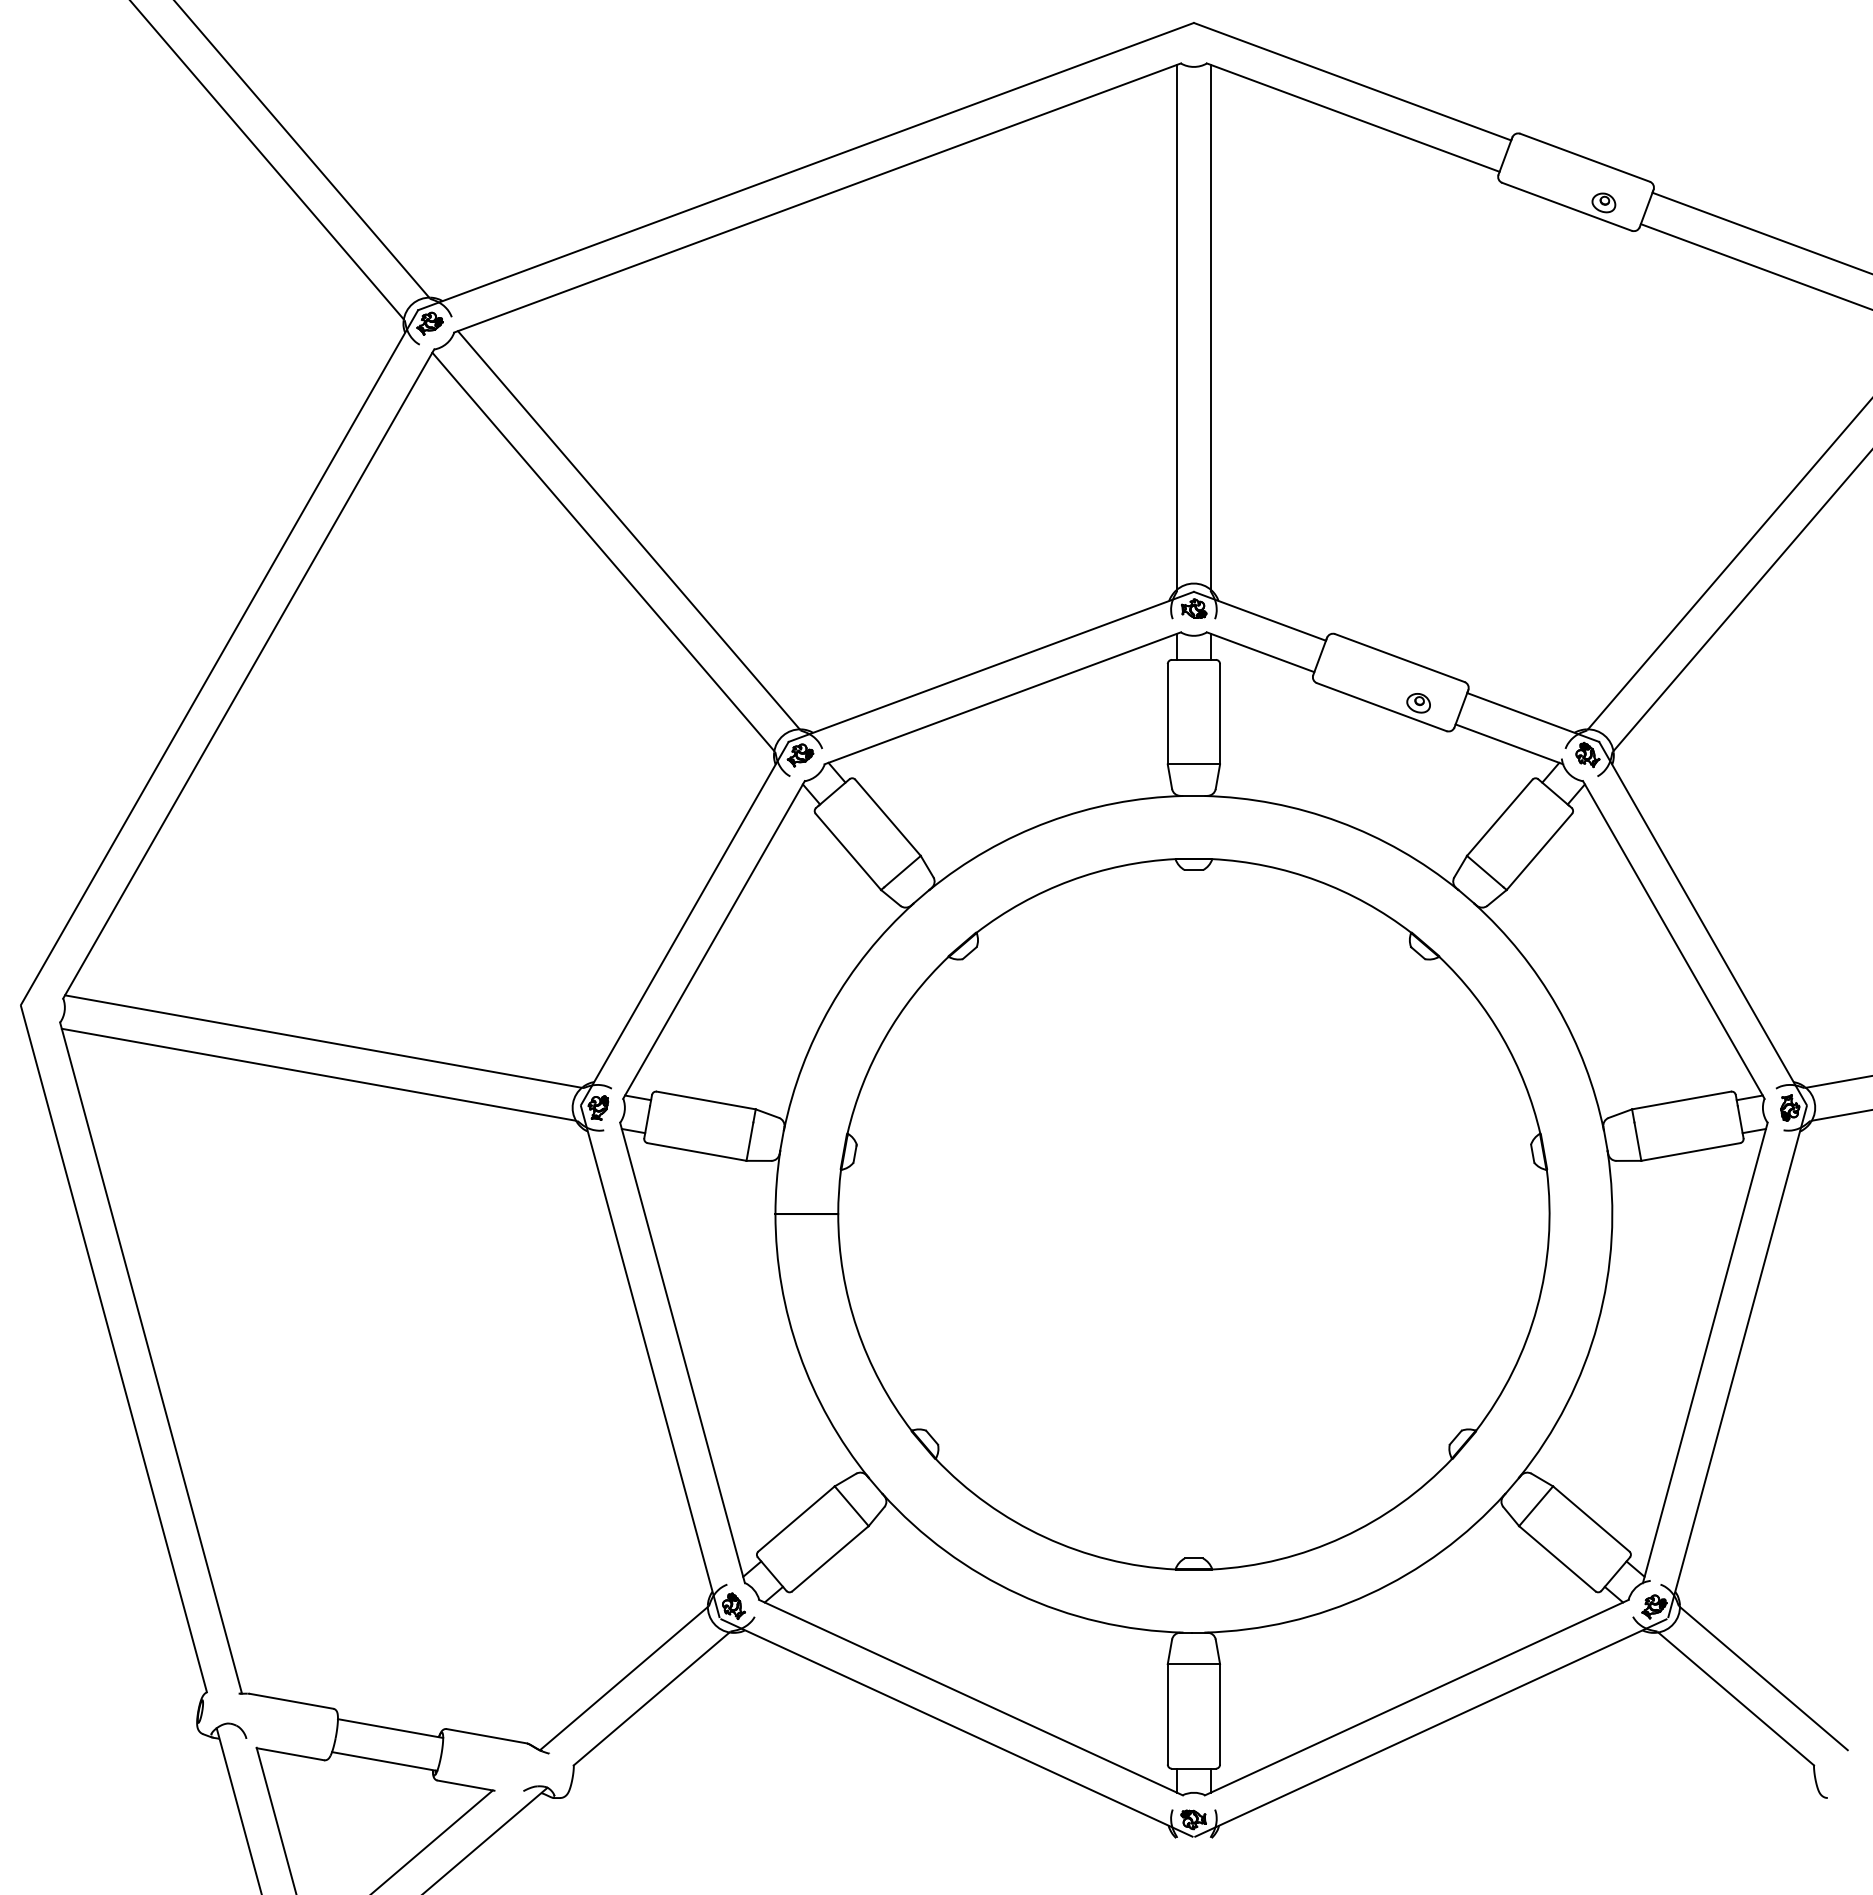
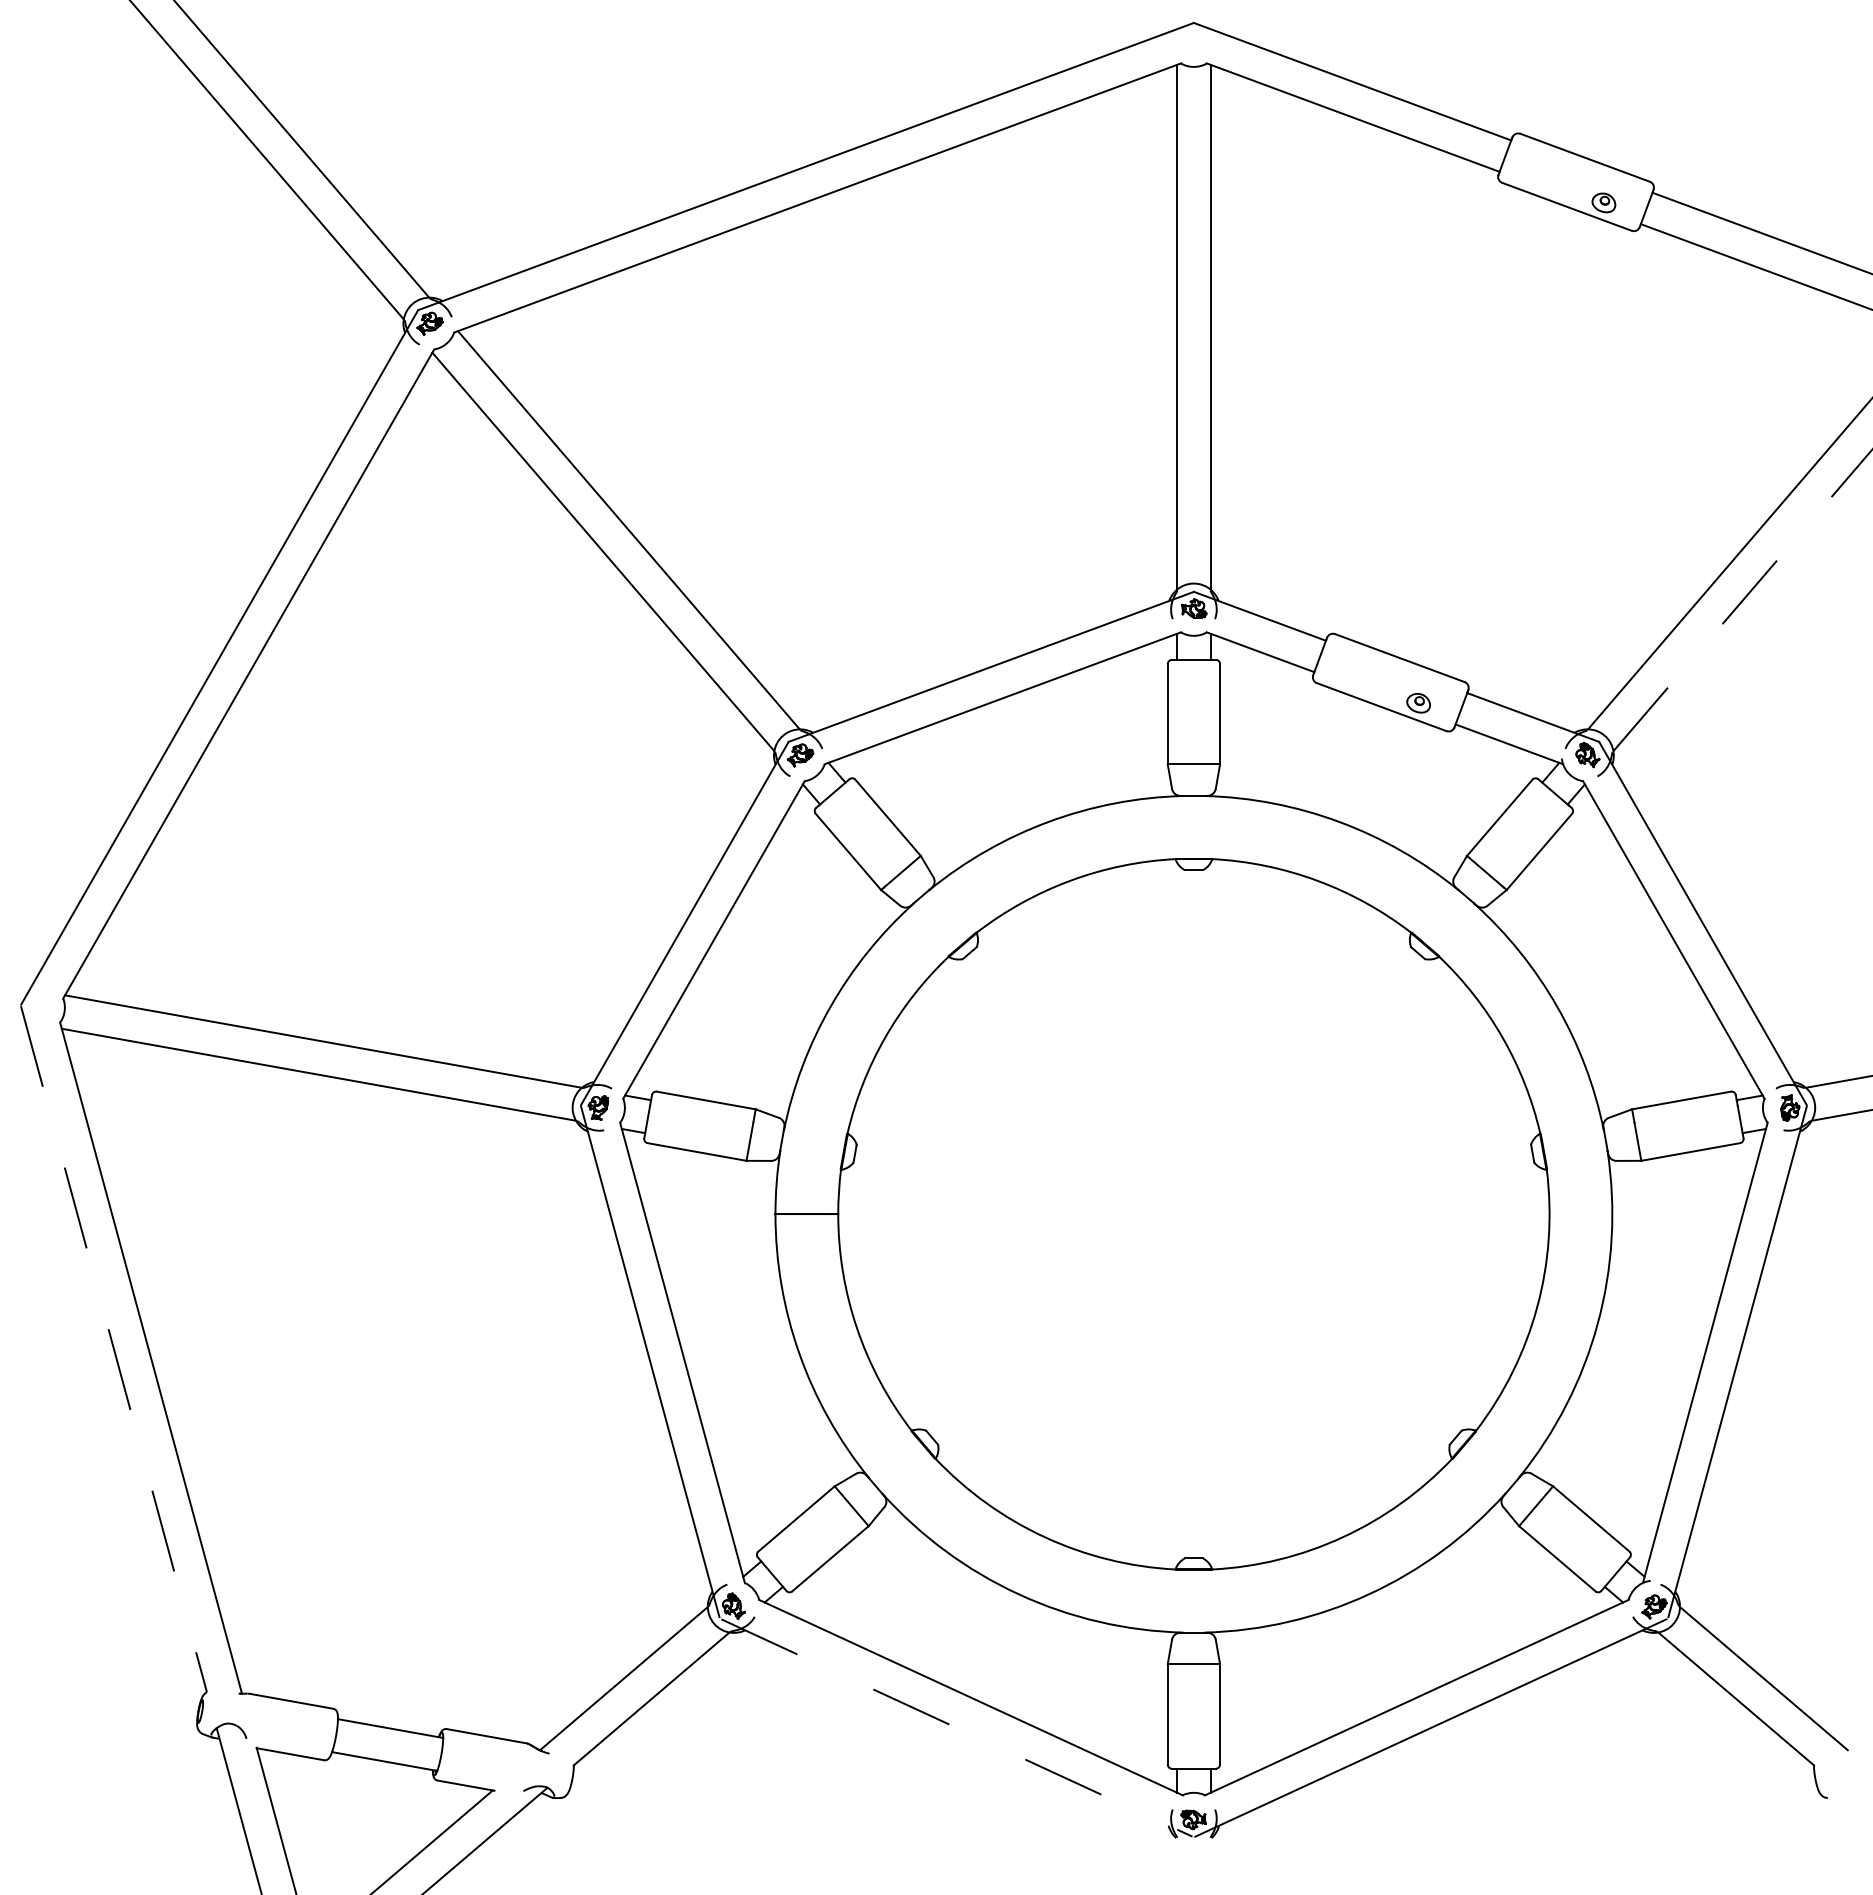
line at (1743, 599): solid -> dashed
line at (114, 1349): solid -> dashed
line at (957, 1728): solid -> dashed
